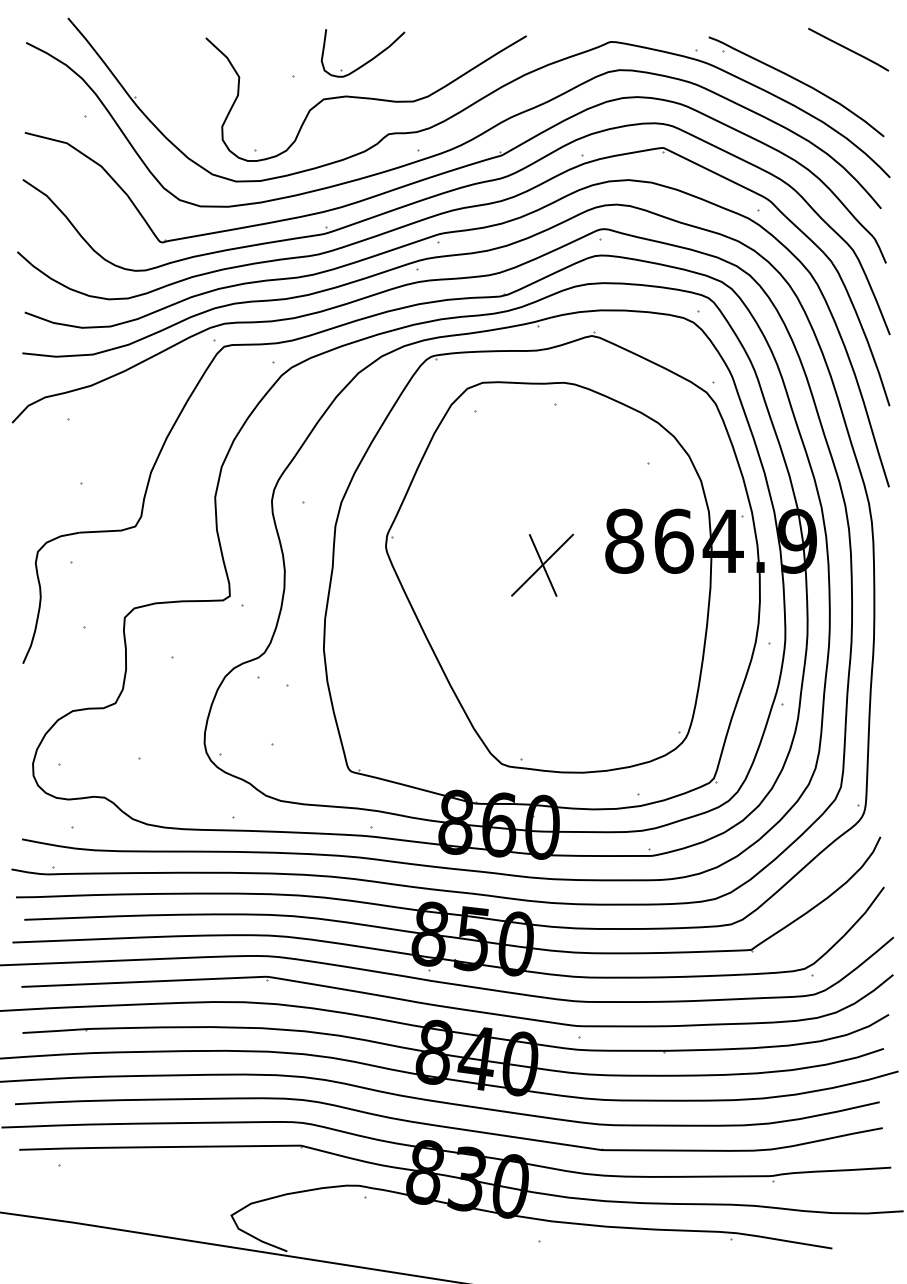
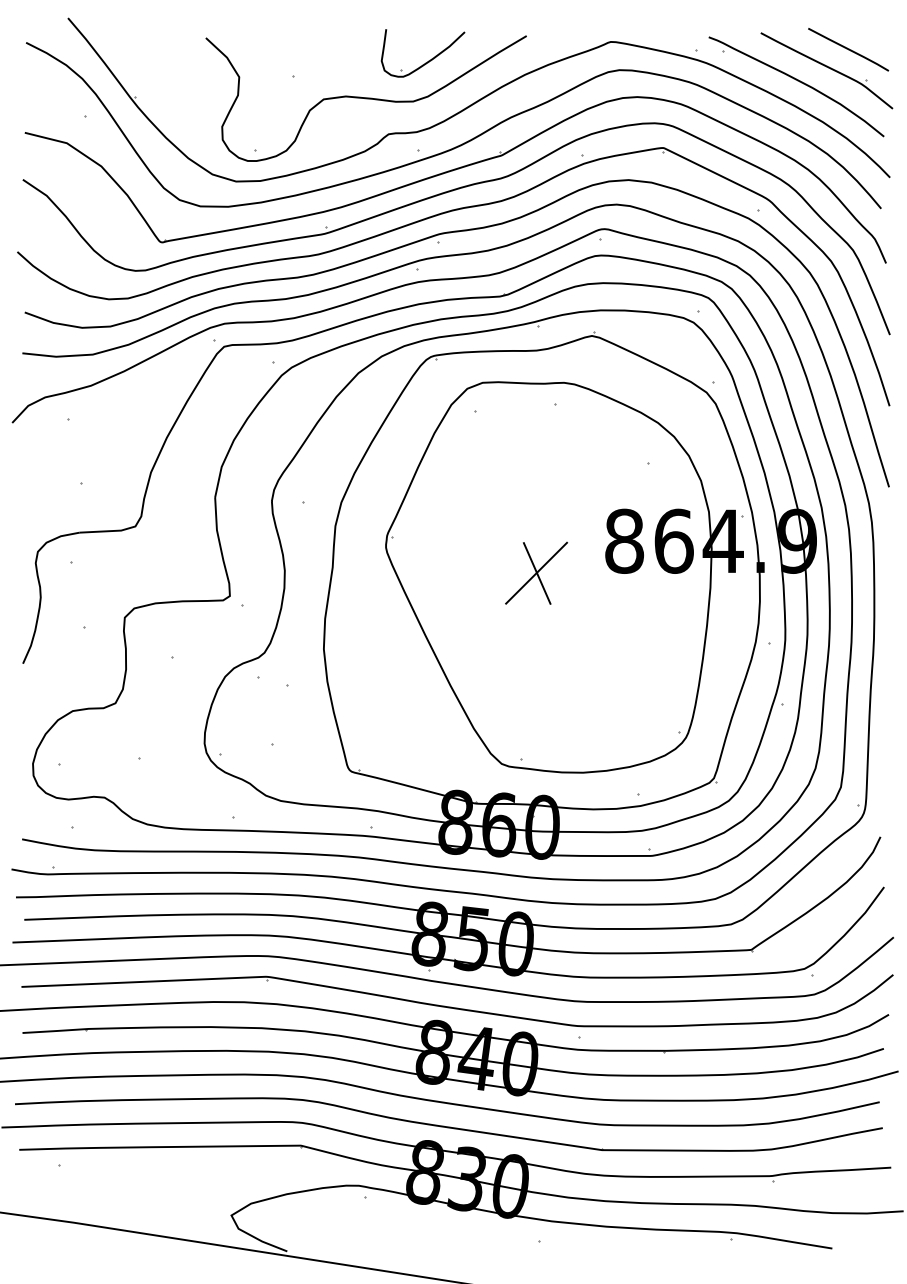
part at (368, 60) position: (368, 60) -> (428, 60)
part at (826, 70): none -> present
part at (542, 564) position: (542, 564) -> (536, 572)
